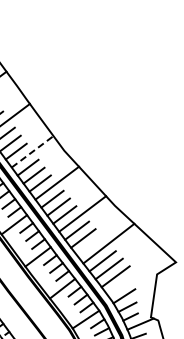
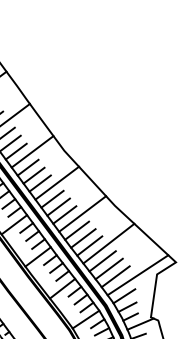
line at (33, 151): dashed -> solid
line at (89, 245): none -> present
line at (137, 275): none -> present
